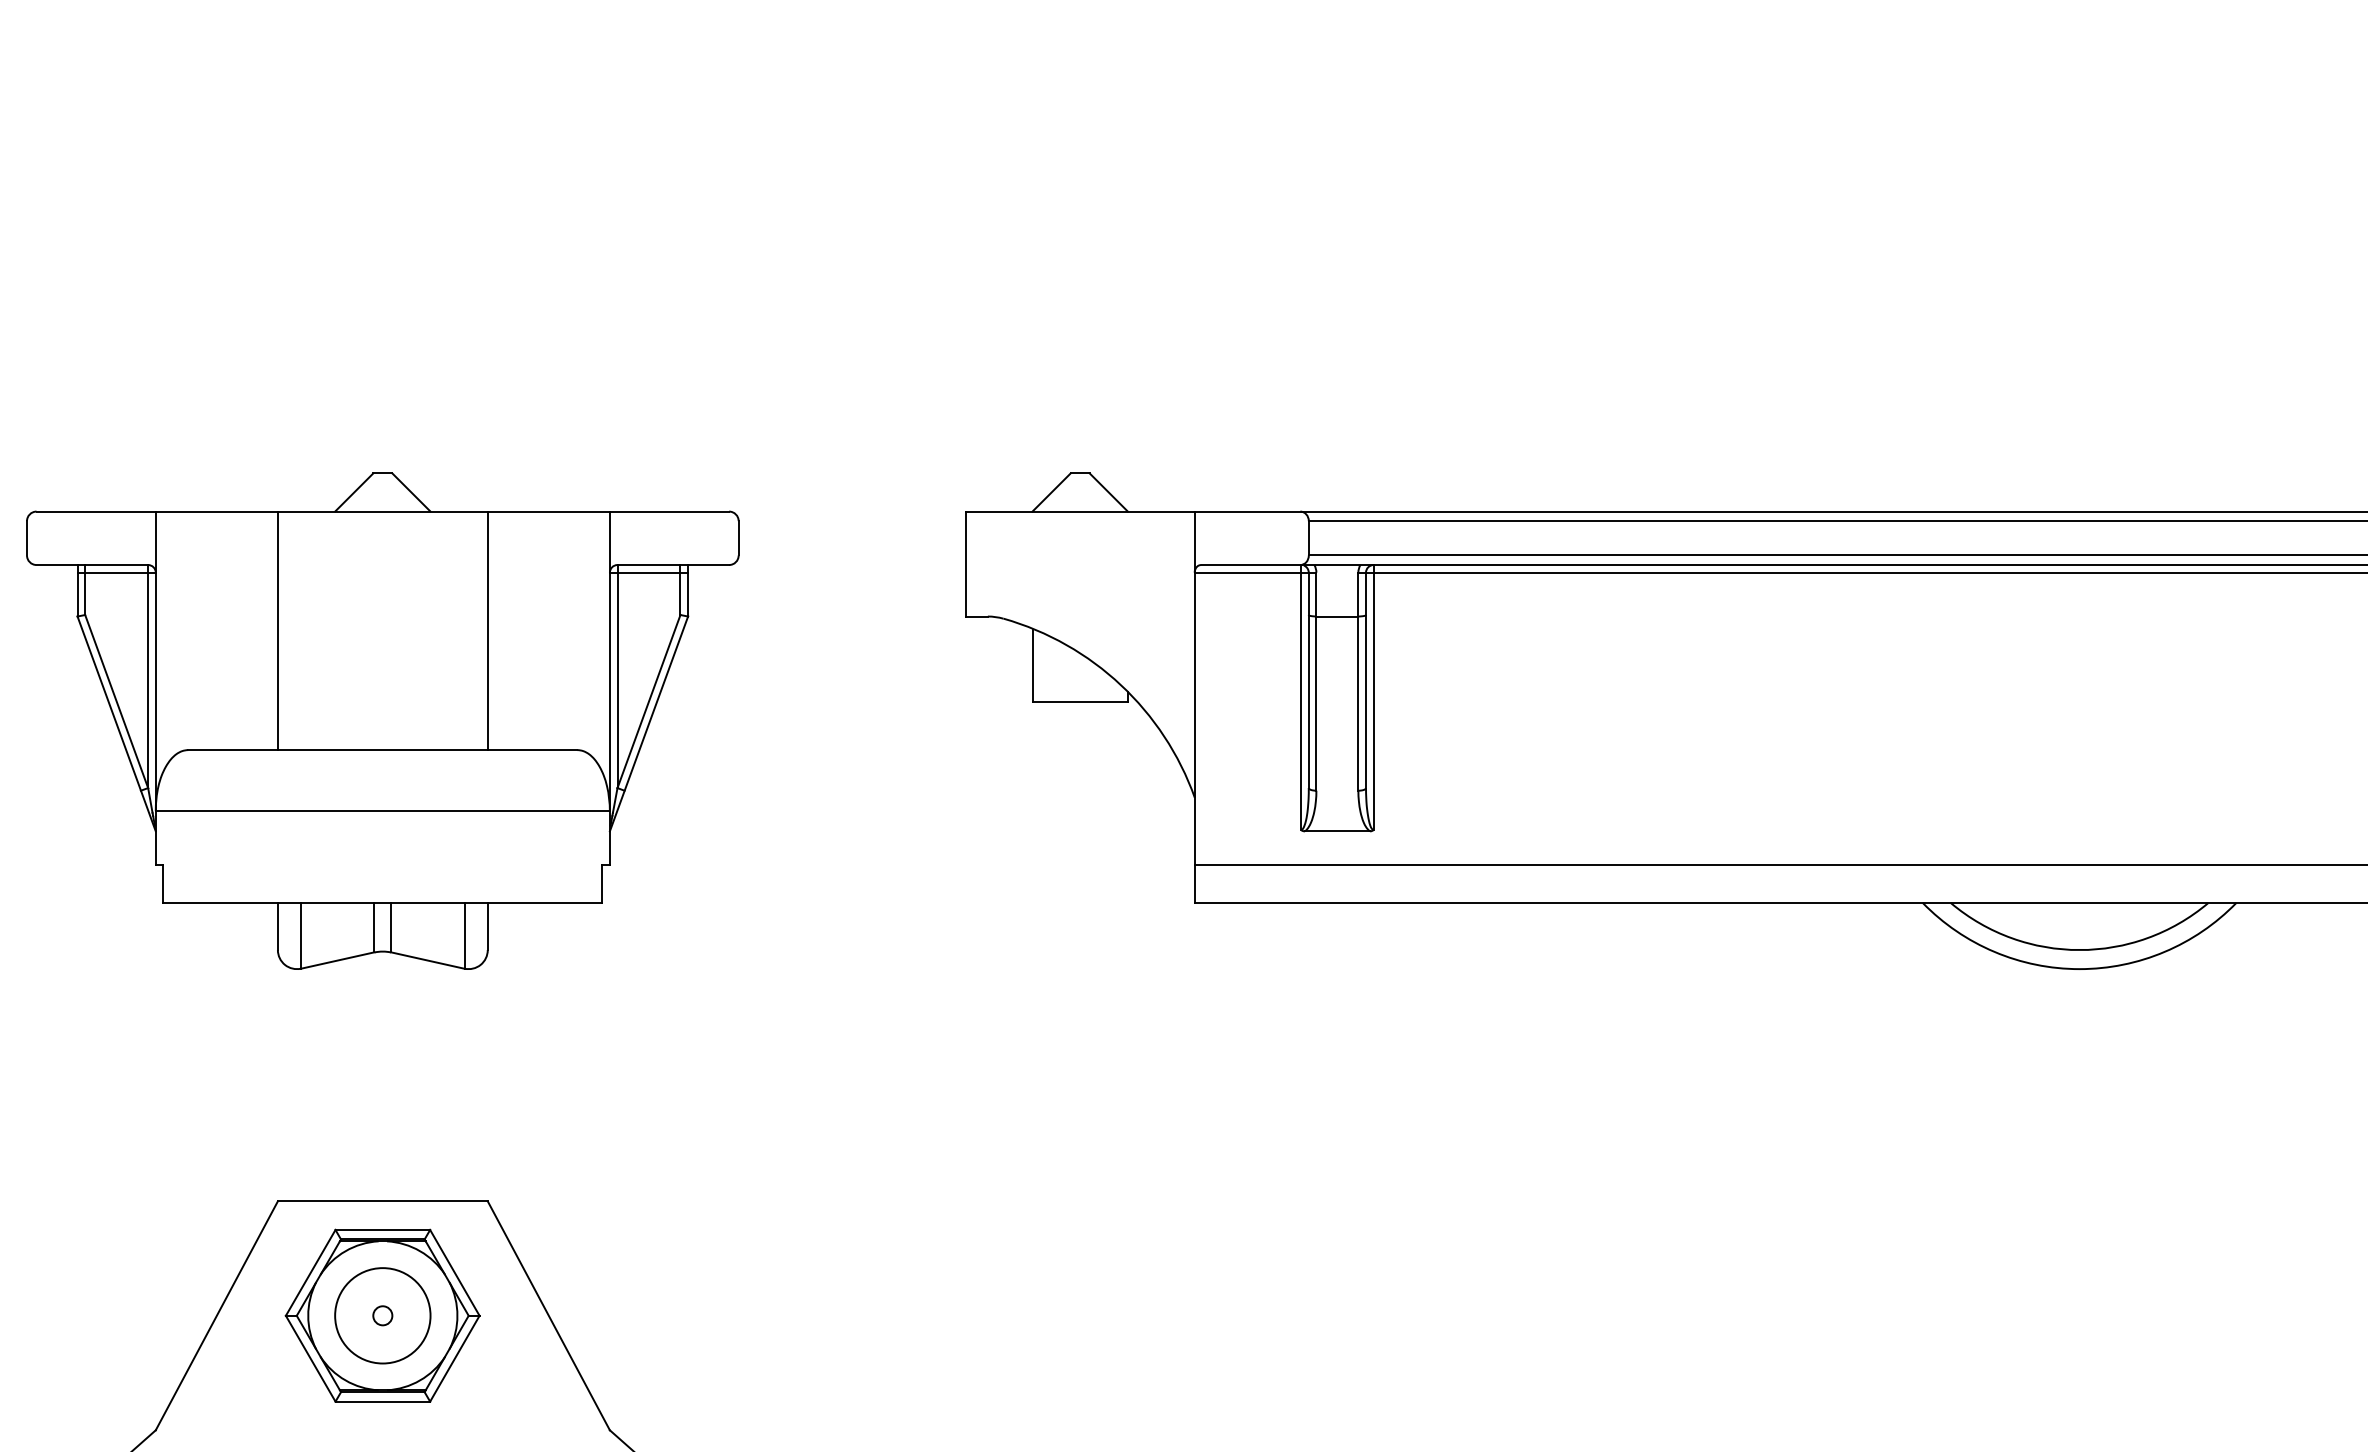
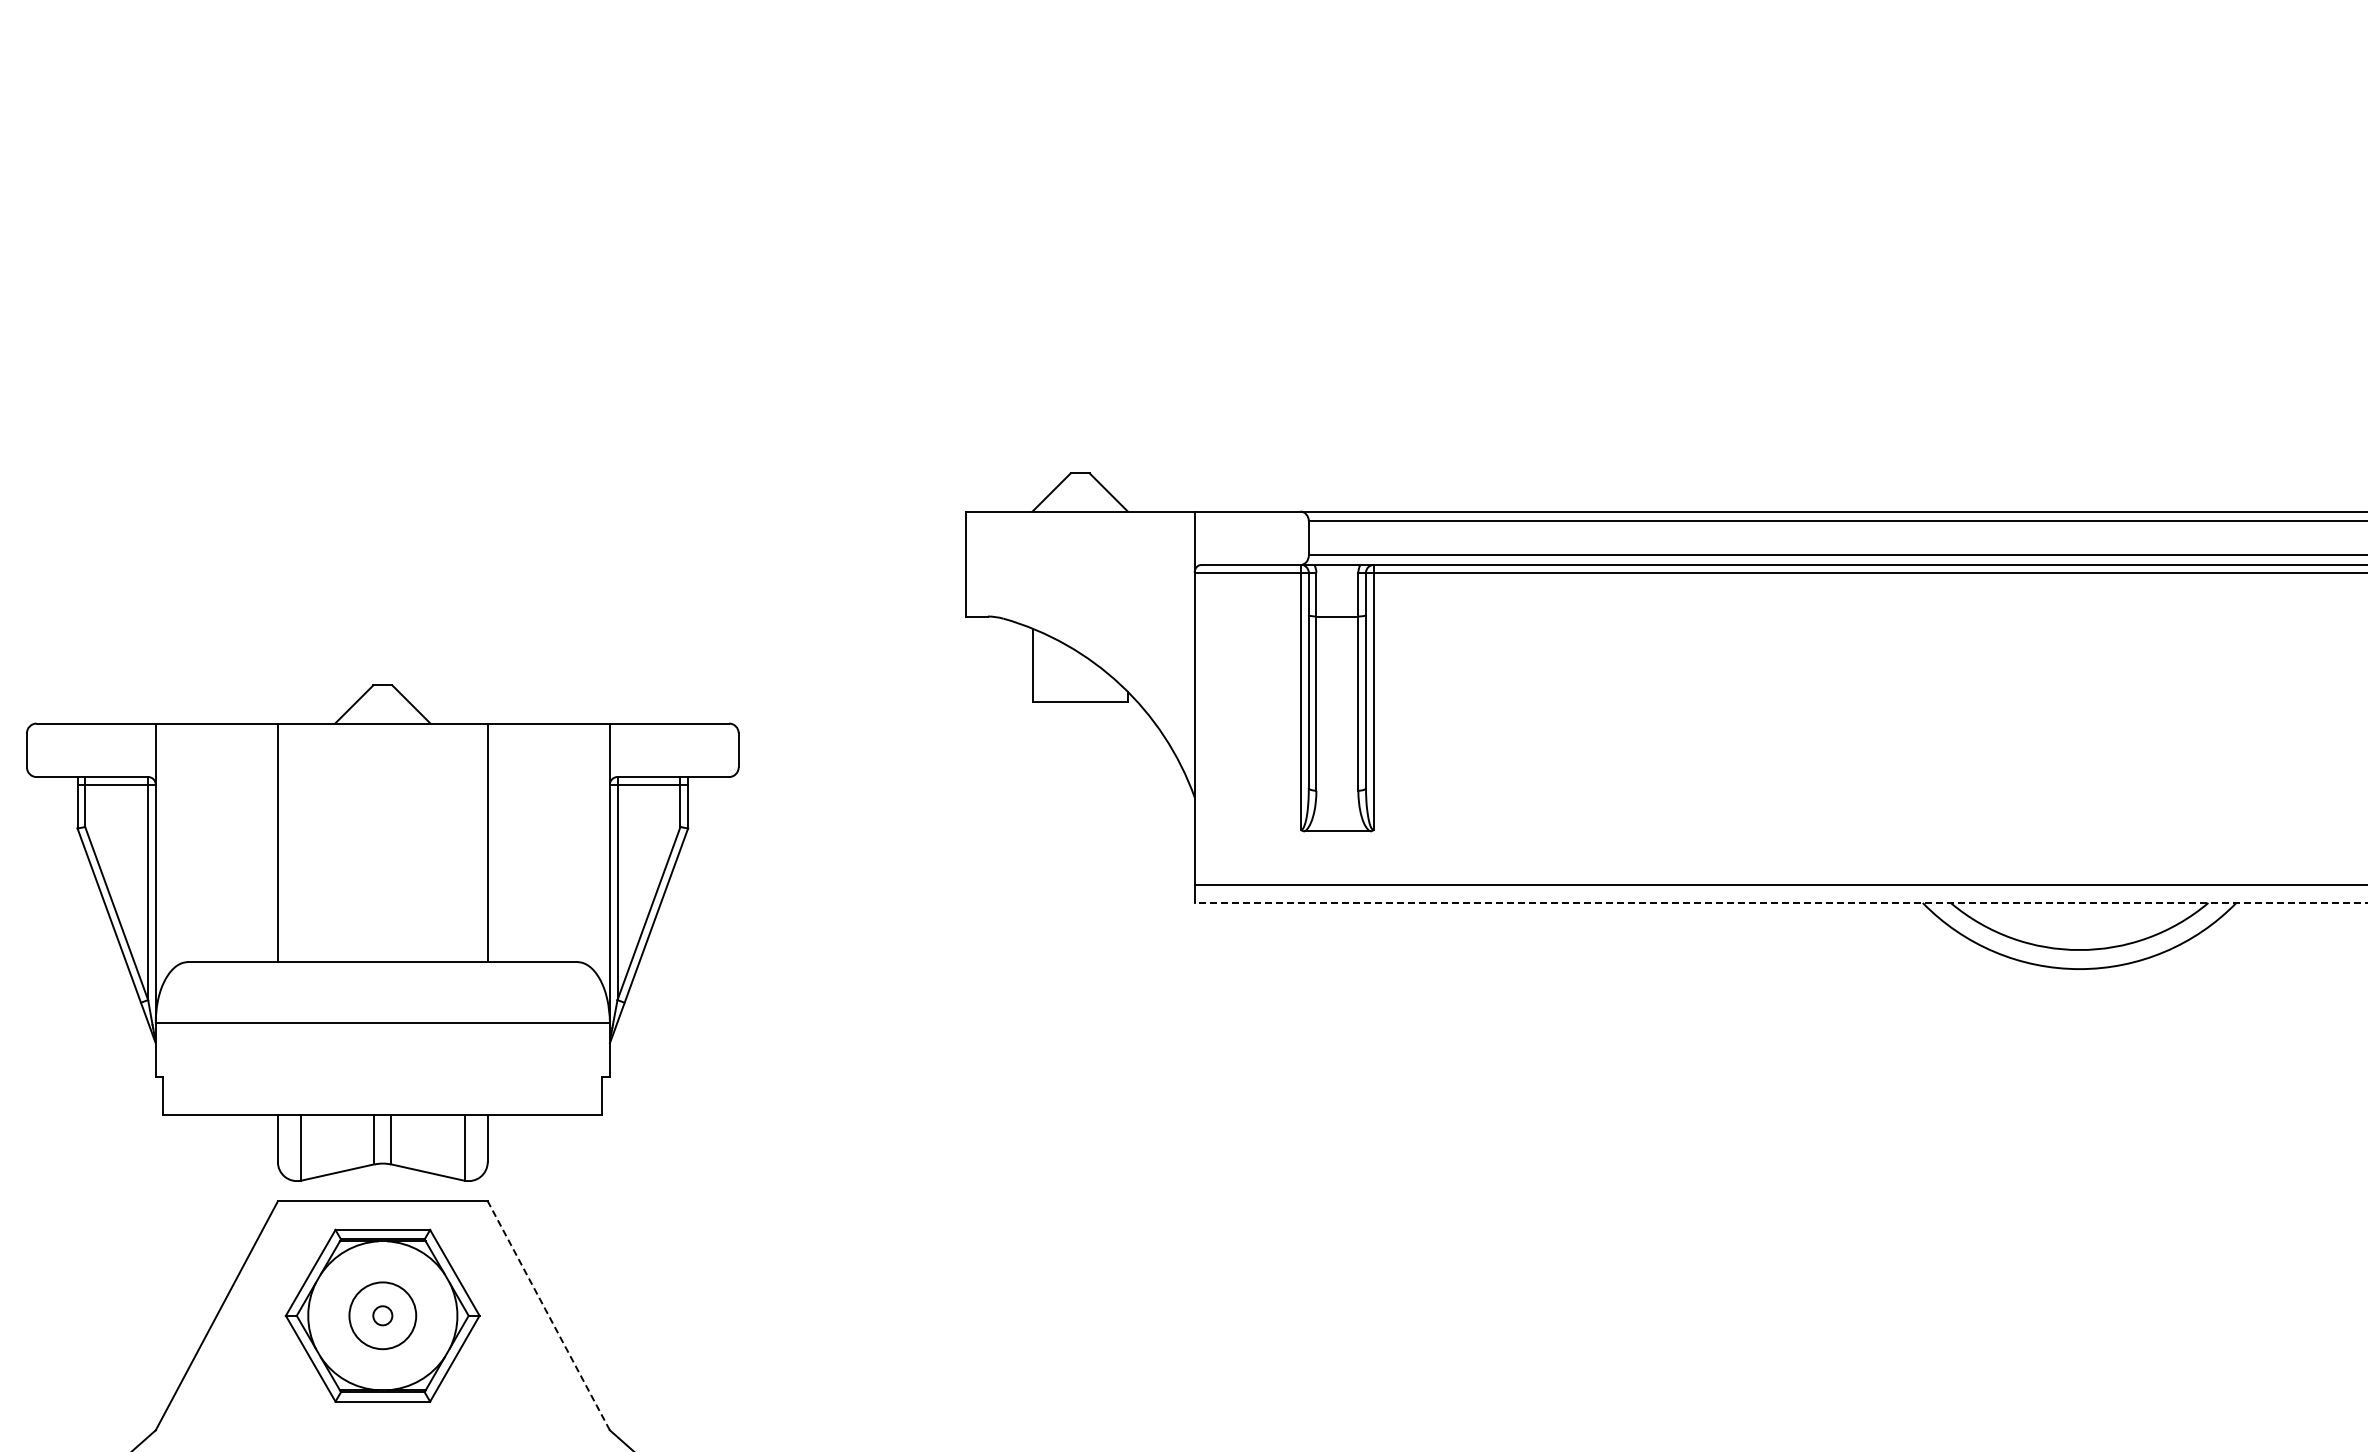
part at (382, 720) position: (382, 720) -> (382, 932)
line at (1779, 864) position: (1779, 864) -> (1779, 884)
line at (1780, 902): solid -> dashed
circle at (382, 1315) diameter: 95 px -> 67 px
line at (548, 1315): solid -> dashed
